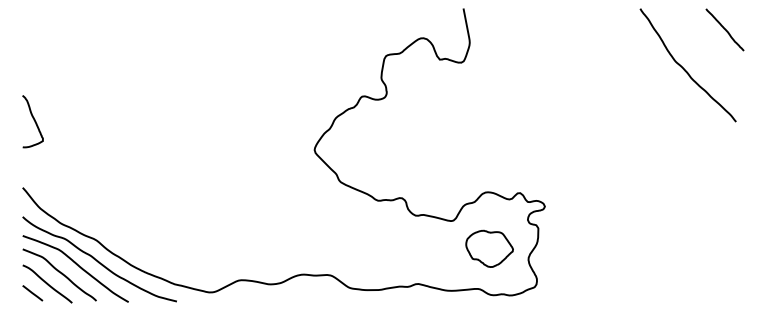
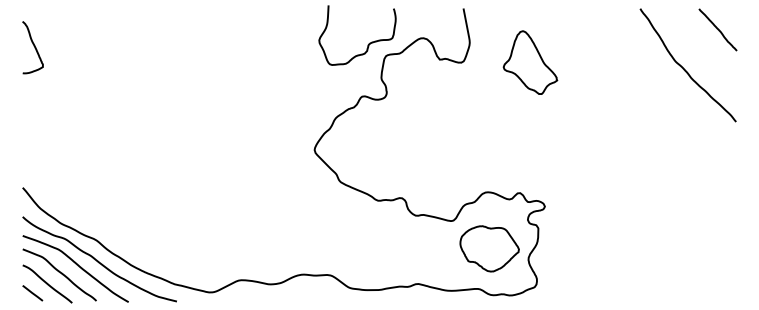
line at (724, 29) position: (724, 29) -> (717, 29)
curve at (368, 43): none -> present
part at (530, 62): none -> present
curve at (33, 120) position: (33, 120) -> (33, 46)
part at (489, 248) size: 49x39 px -> 61x48 px
